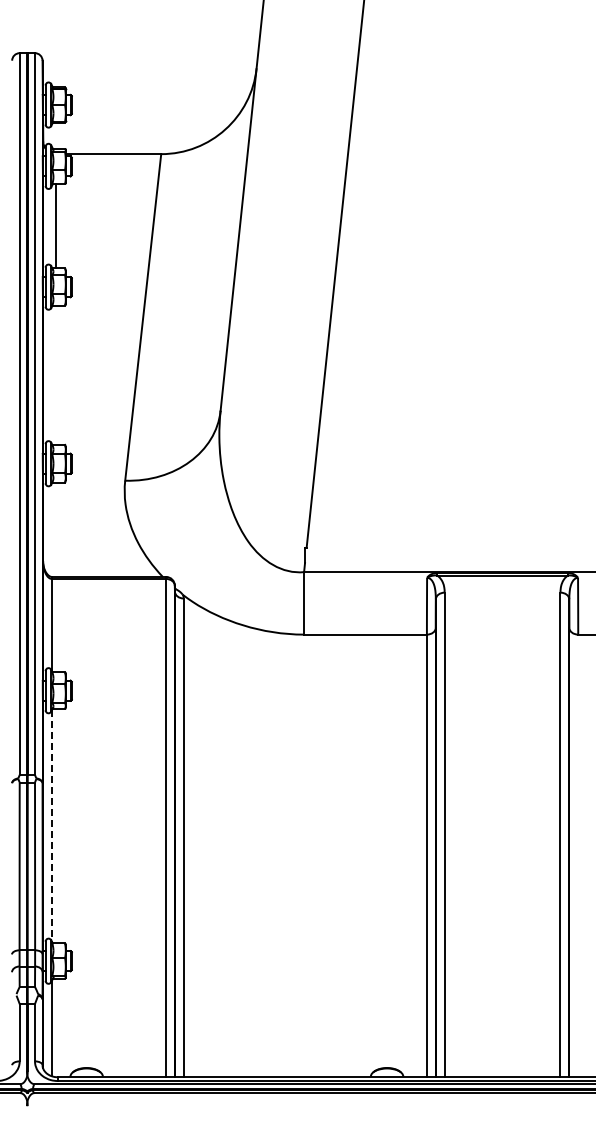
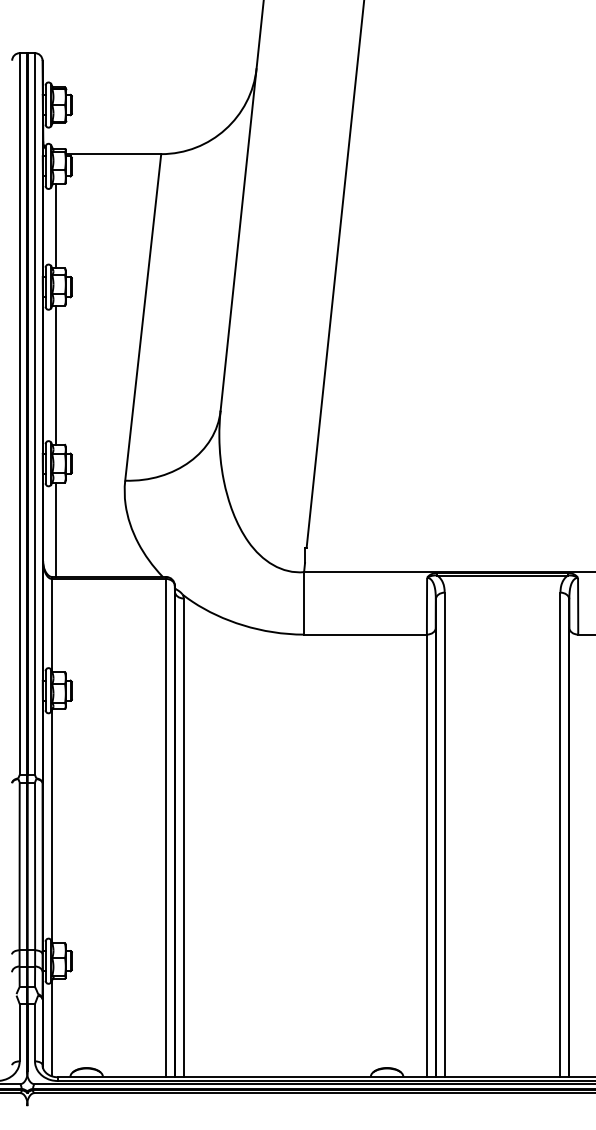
line at (55, 374): none -> present
line at (55, 529): none -> present
line at (51, 825): dashed -> solid
